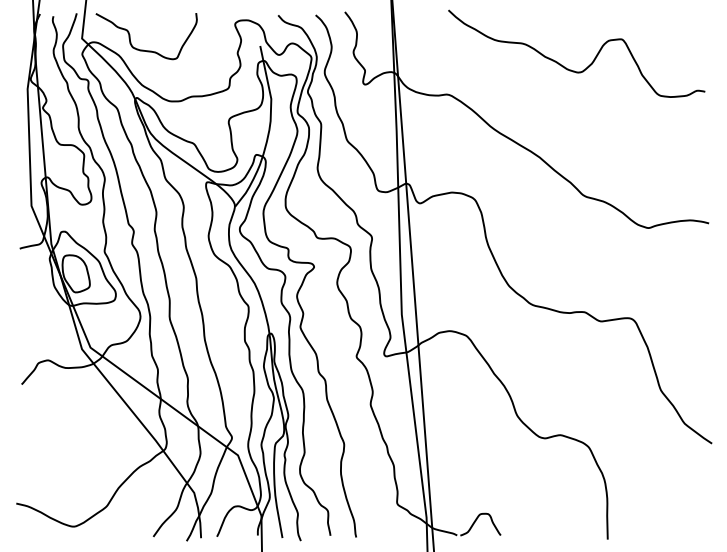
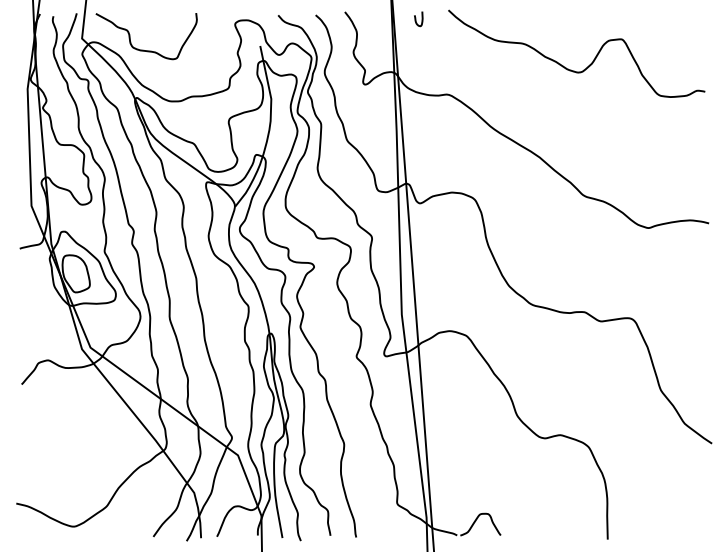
curve at (416, 19): none -> present
